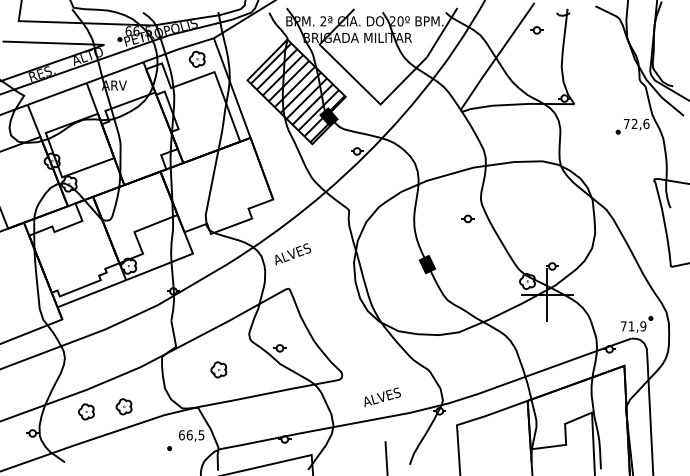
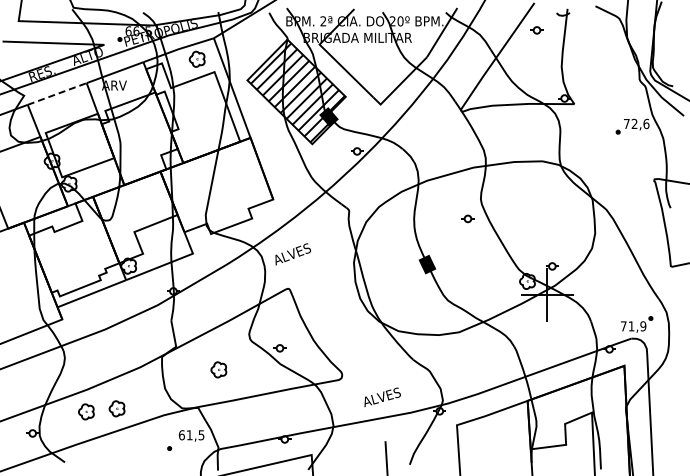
line at (57, 93): solid -> dashed
part at (123, 406) position: (123, 406) -> (116, 408)
text at (189, 435): 66,5 -> 61,5
